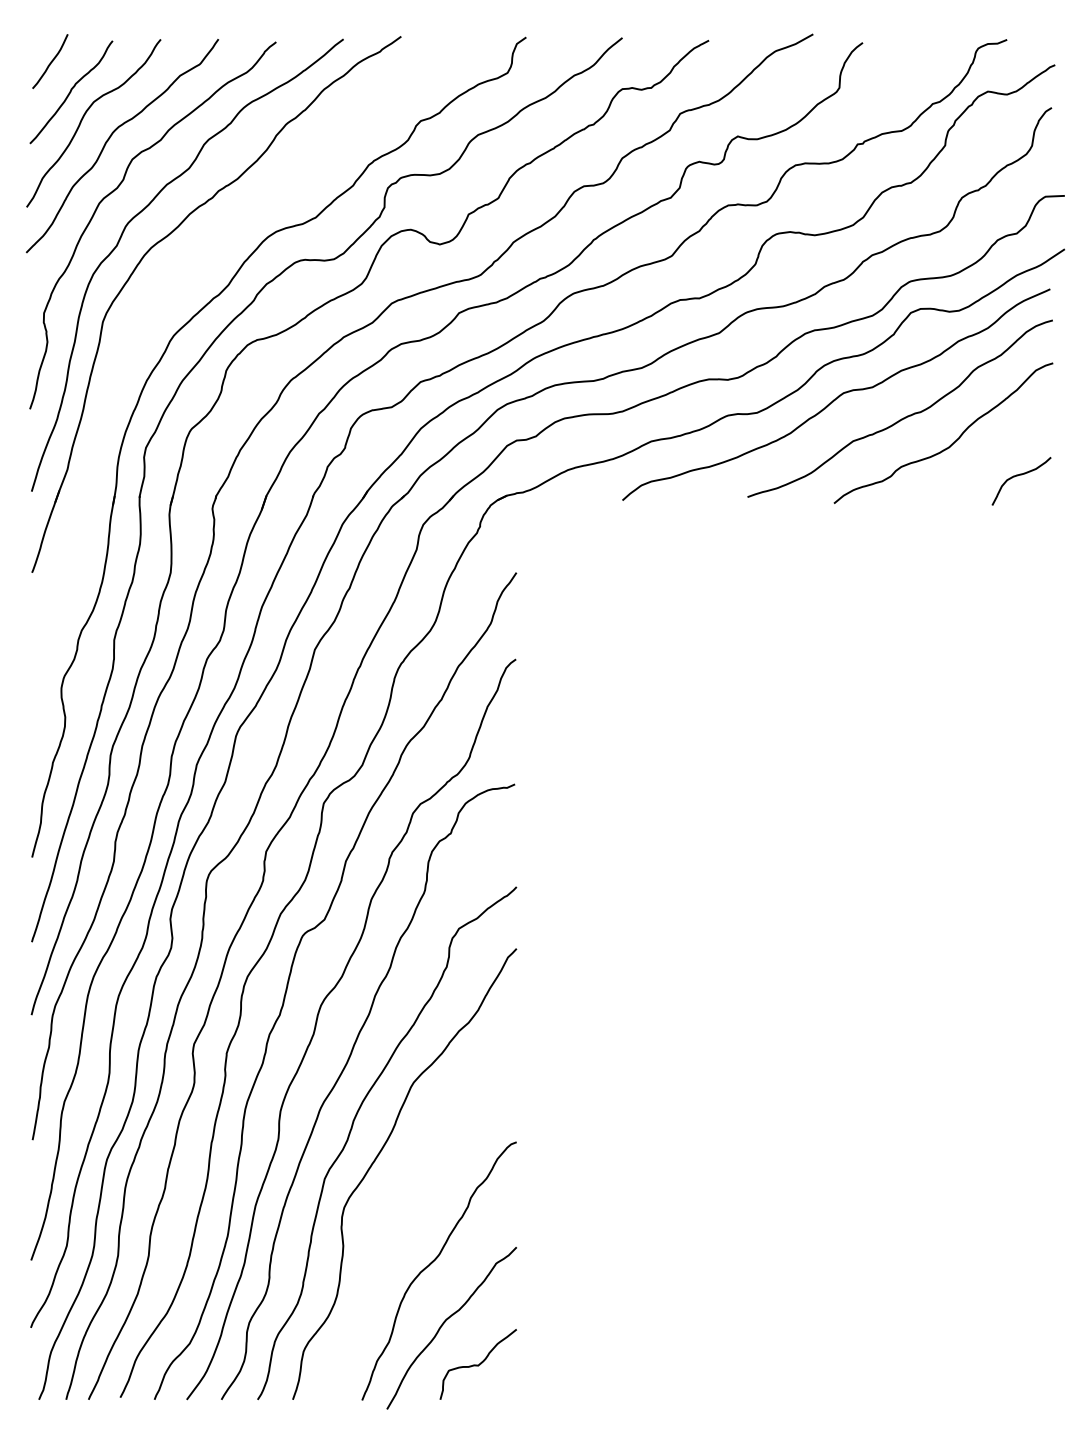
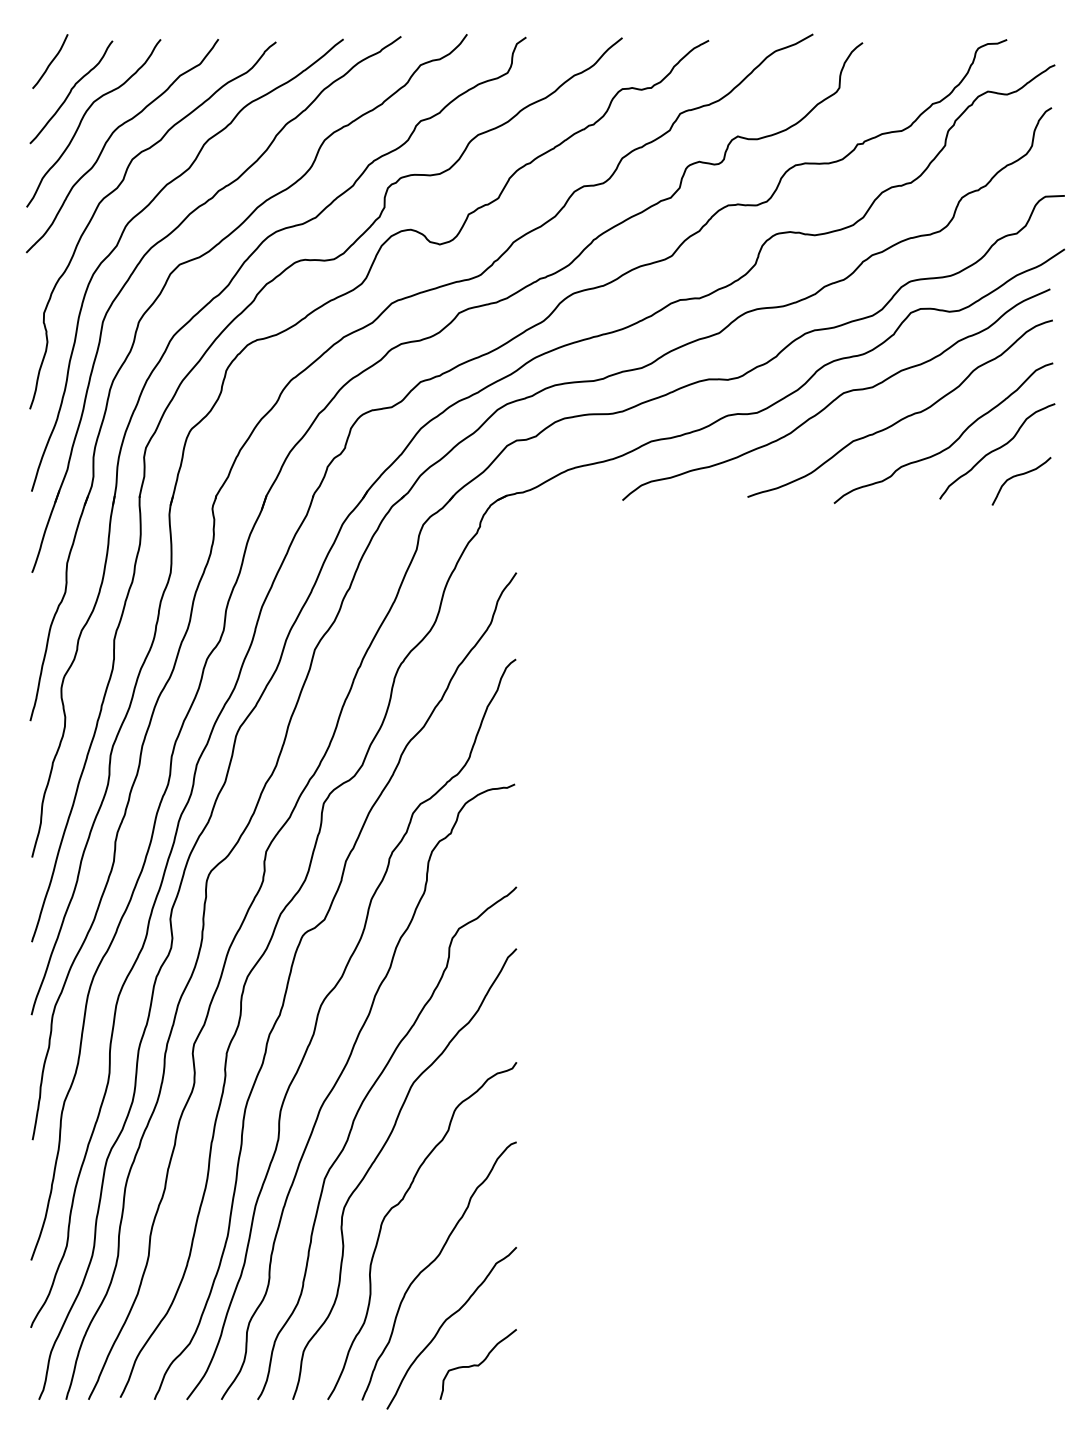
part at (135, 340): none -> present
curve at (996, 450): none -> present
curve at (398, 1205): none -> present
